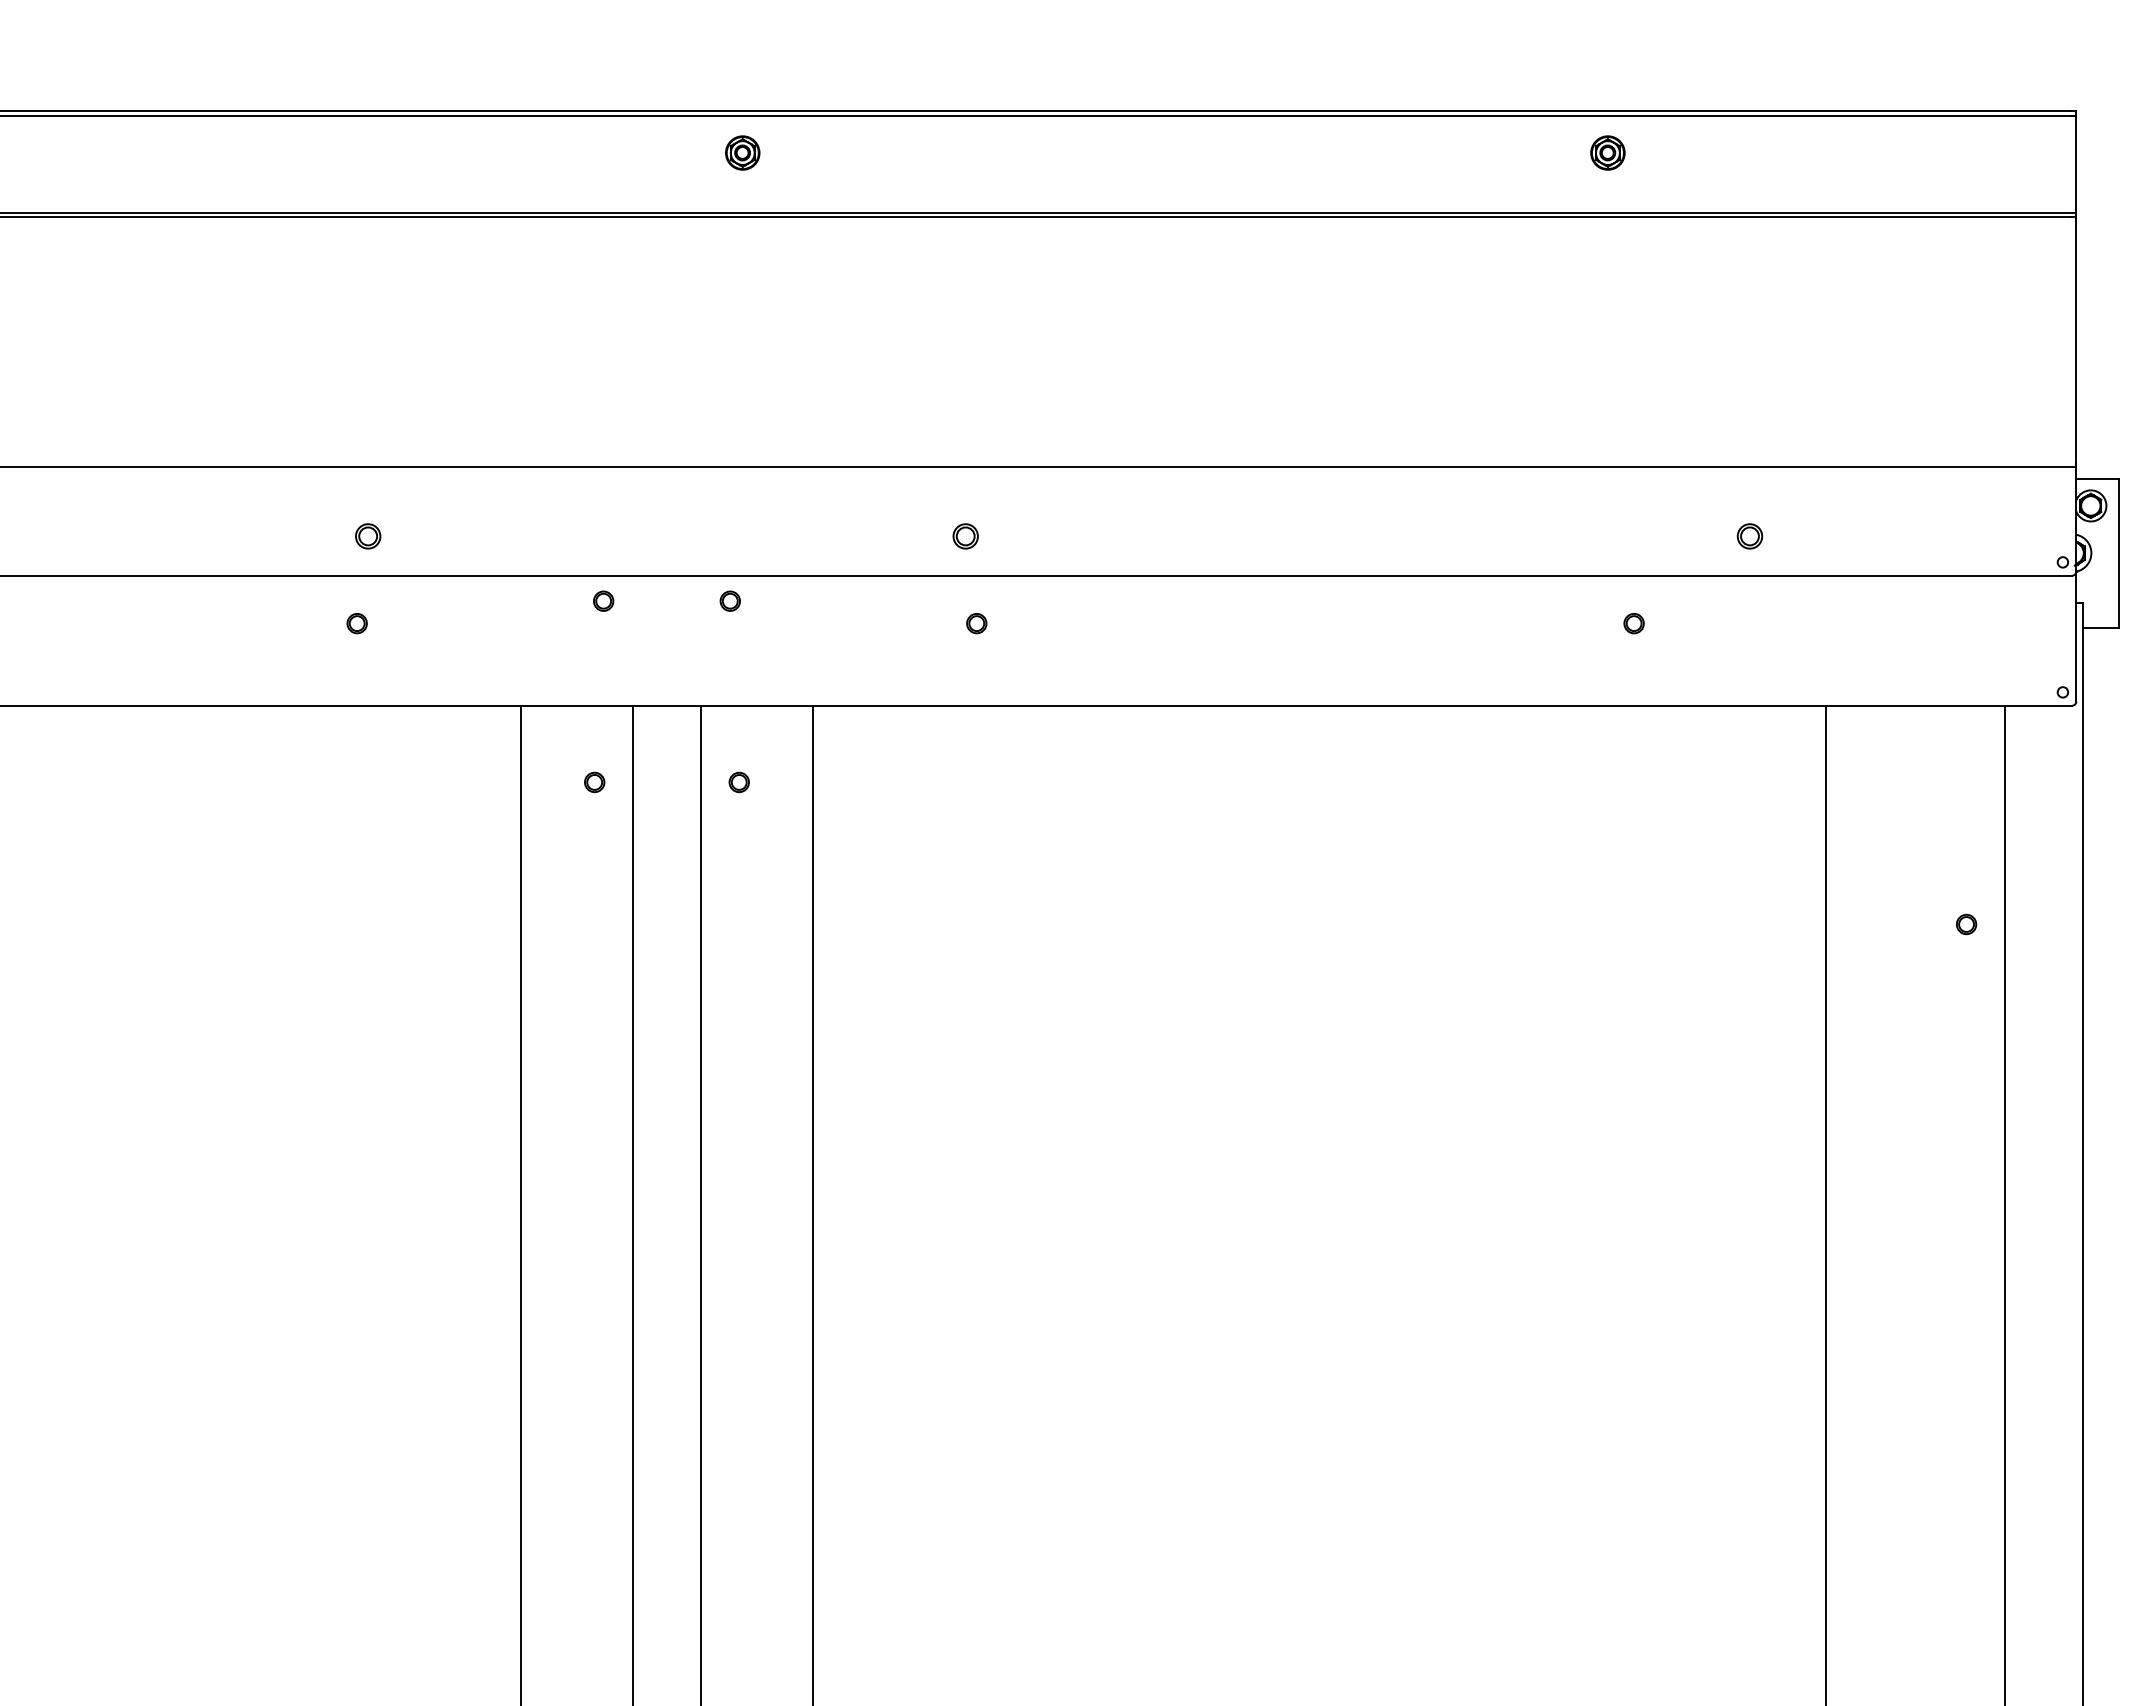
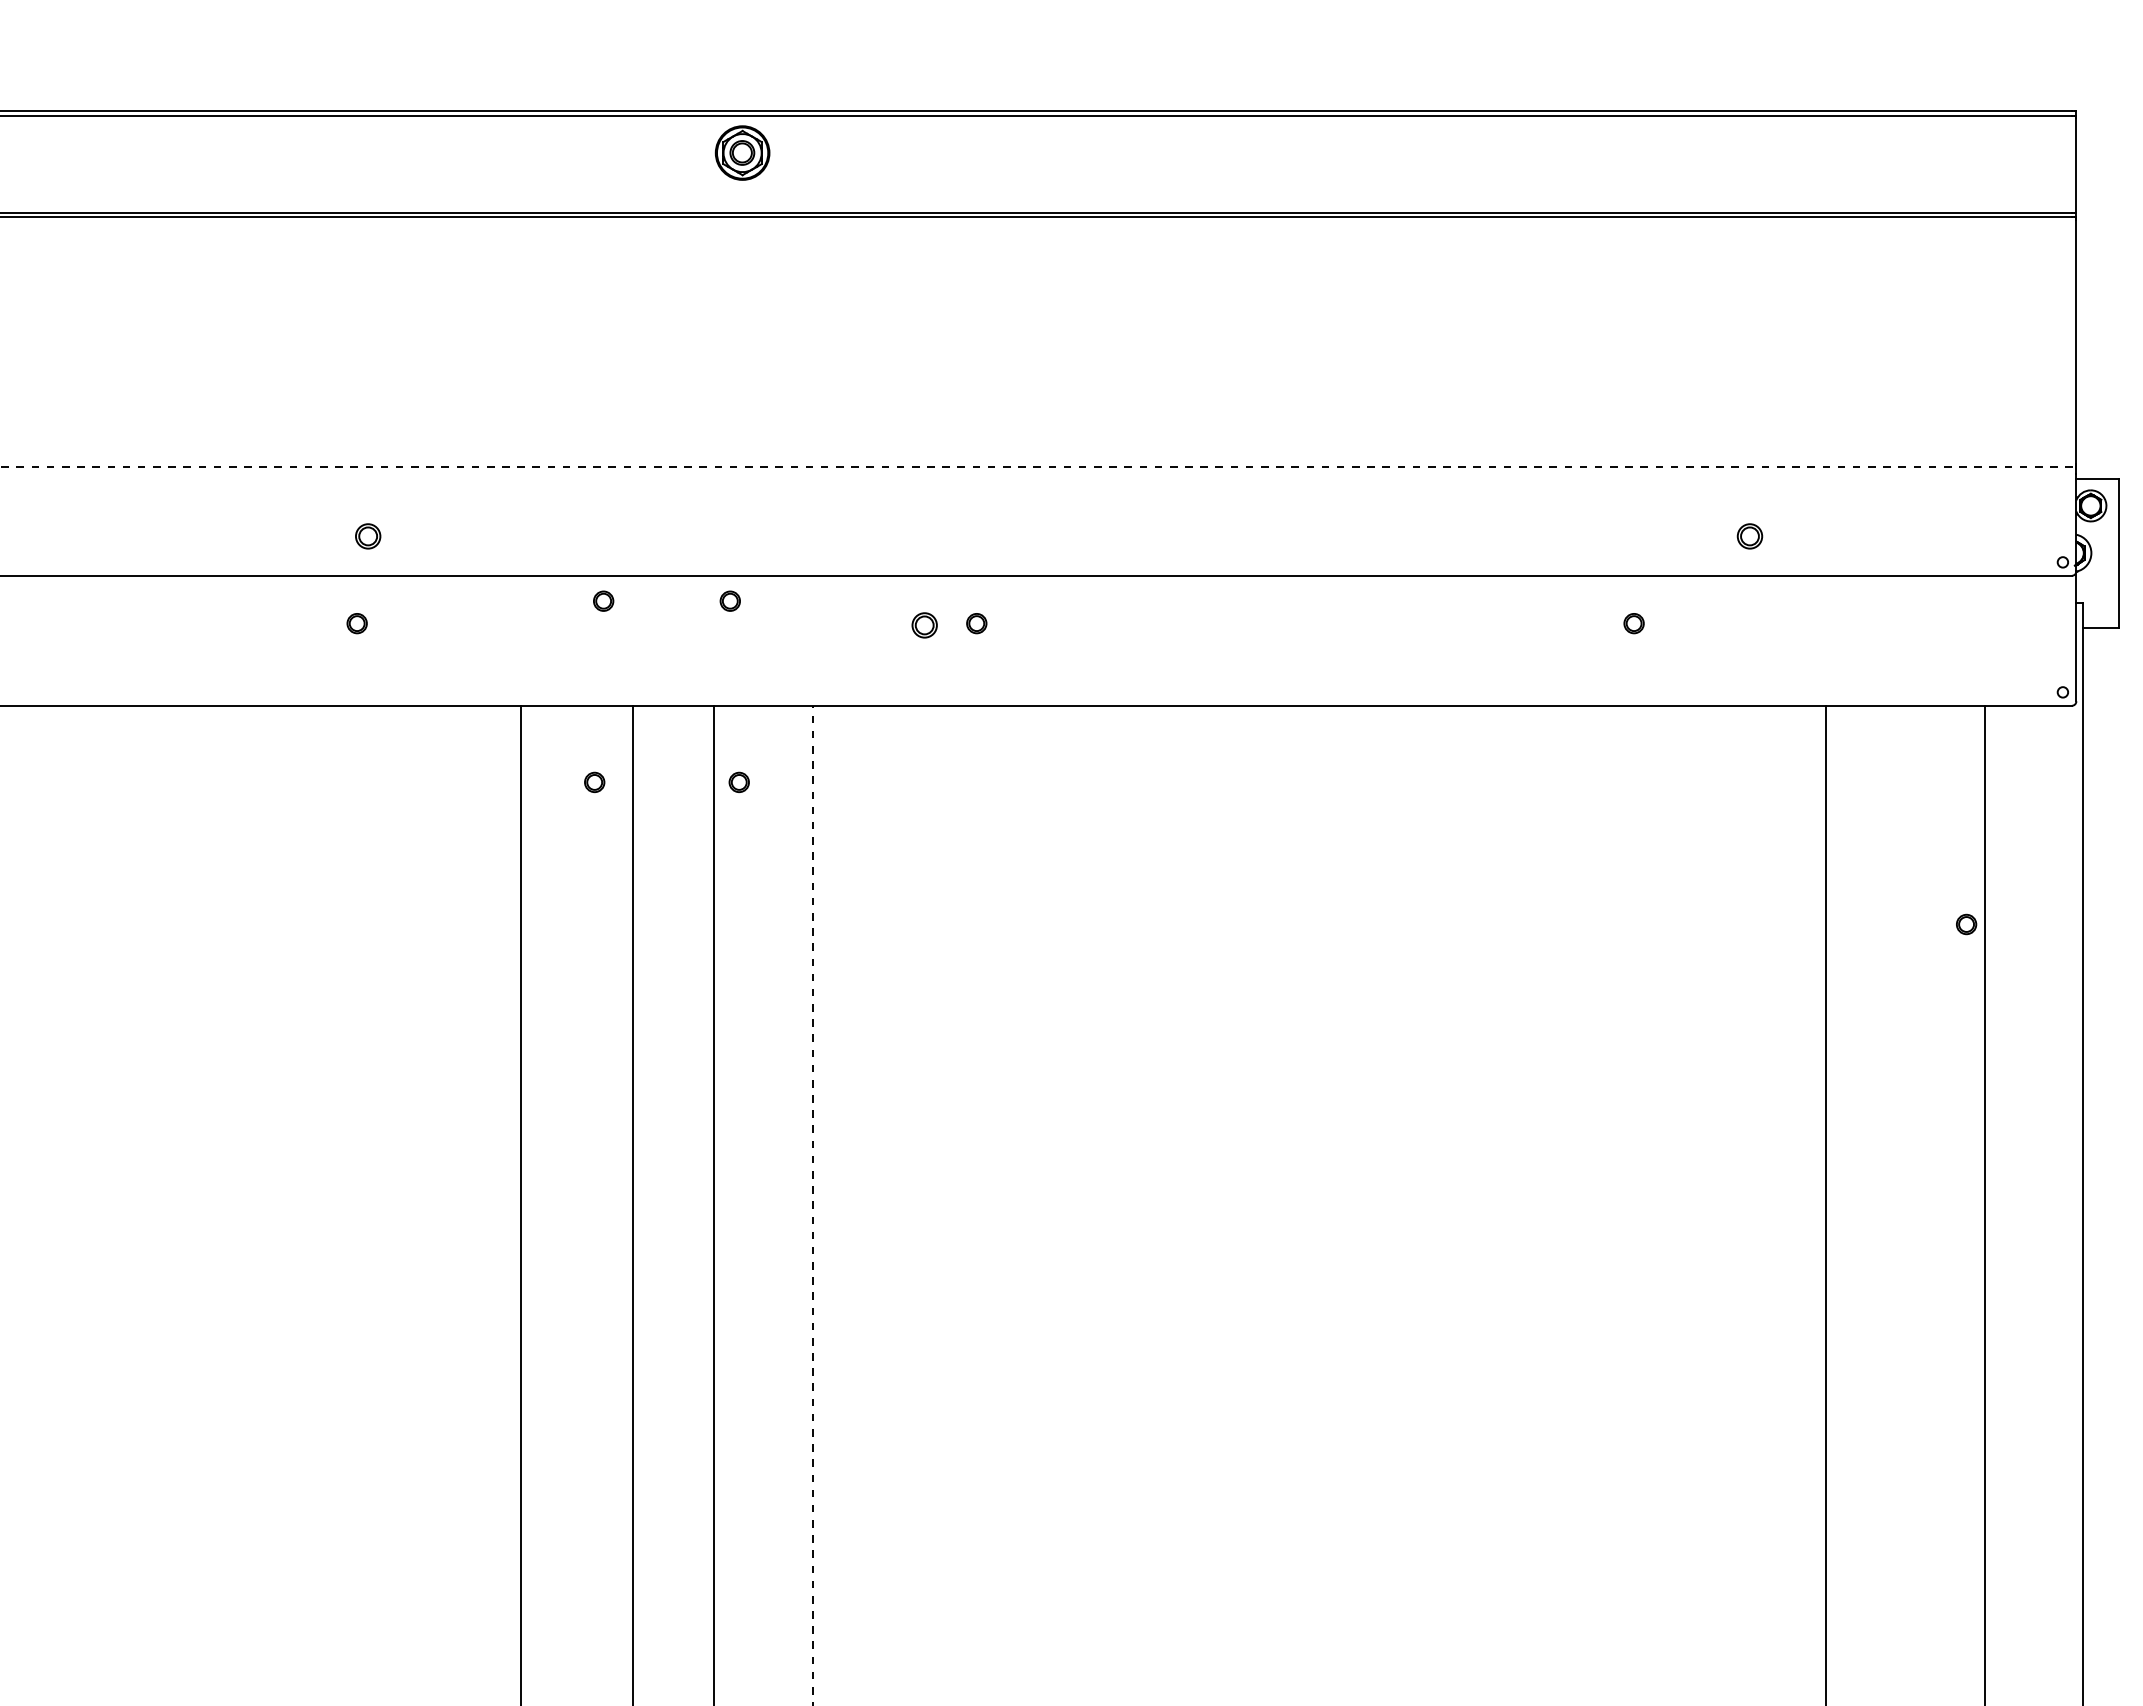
part at (742, 152) size: 36x36 px -> 57x56 px
part at (1607, 152): present -> none
line at (1038, 466): solid -> dashed
part at (965, 536) position: (965, 536) -> (924, 625)
line at (700, 1203) position: (700, 1203) -> (713, 1203)
line at (2005, 1203) position: (2005, 1203) -> (1985, 1203)
line at (812, 1205): solid -> dashed
